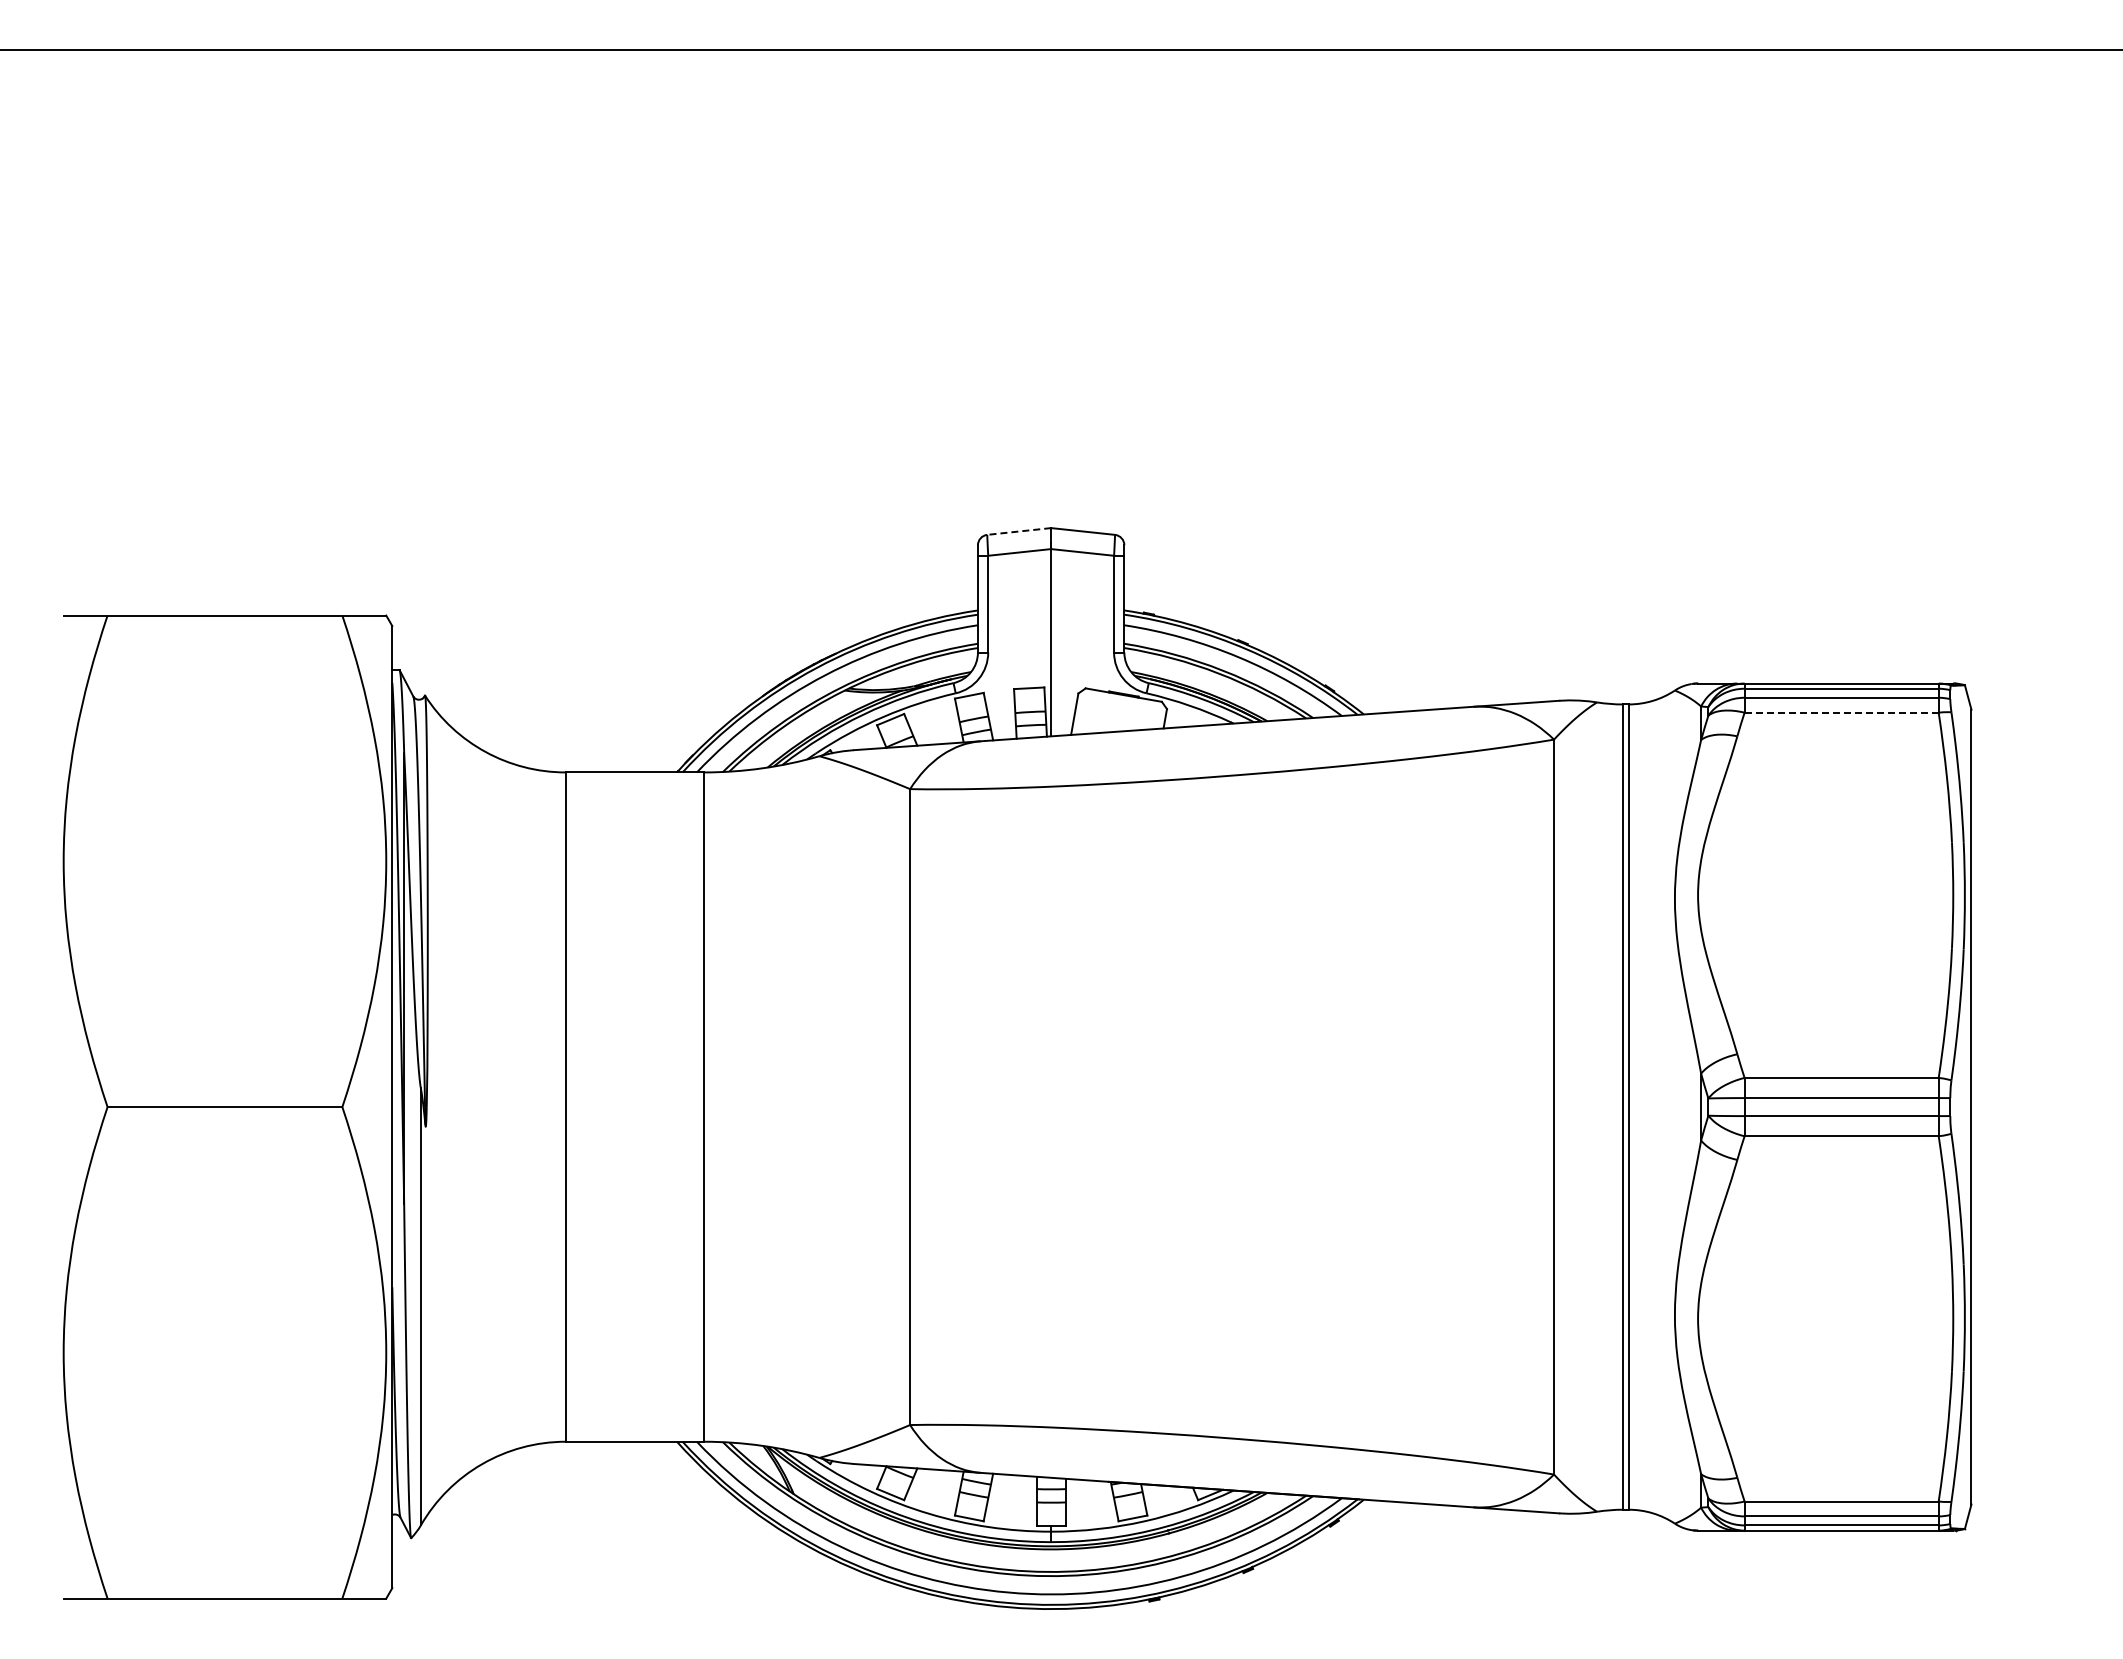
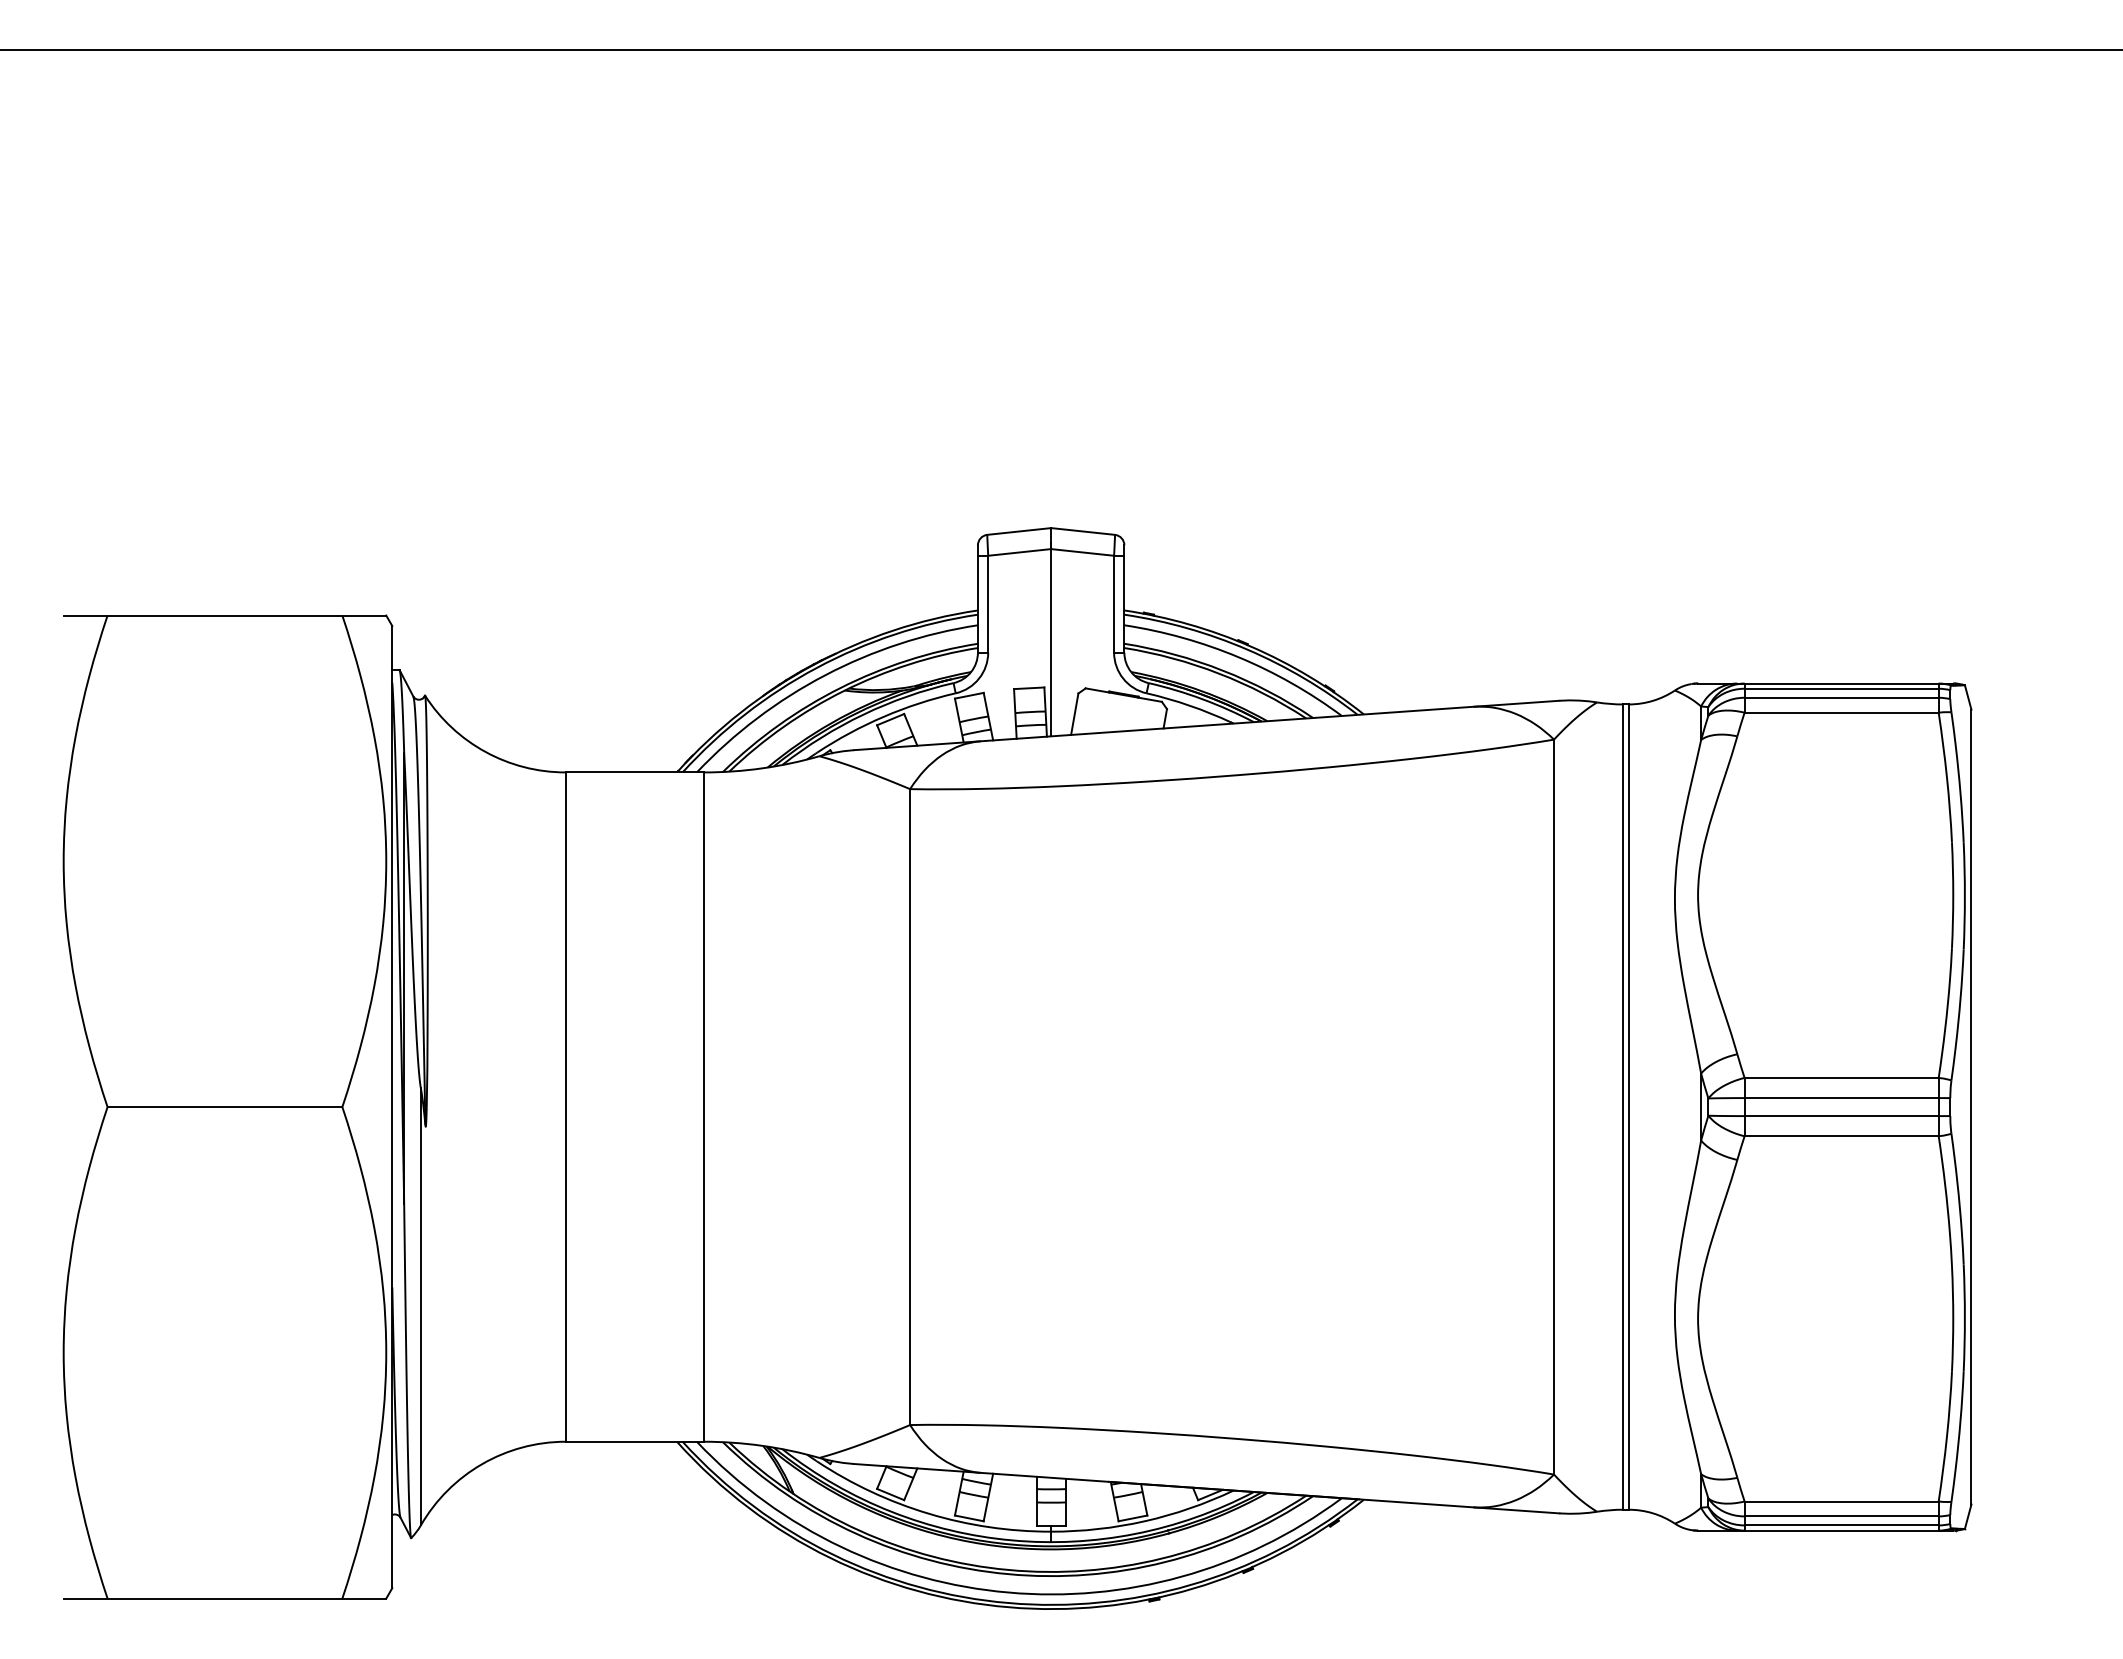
line at (1018, 531): dashed -> solid
line at (1841, 712): dashed -> solid
